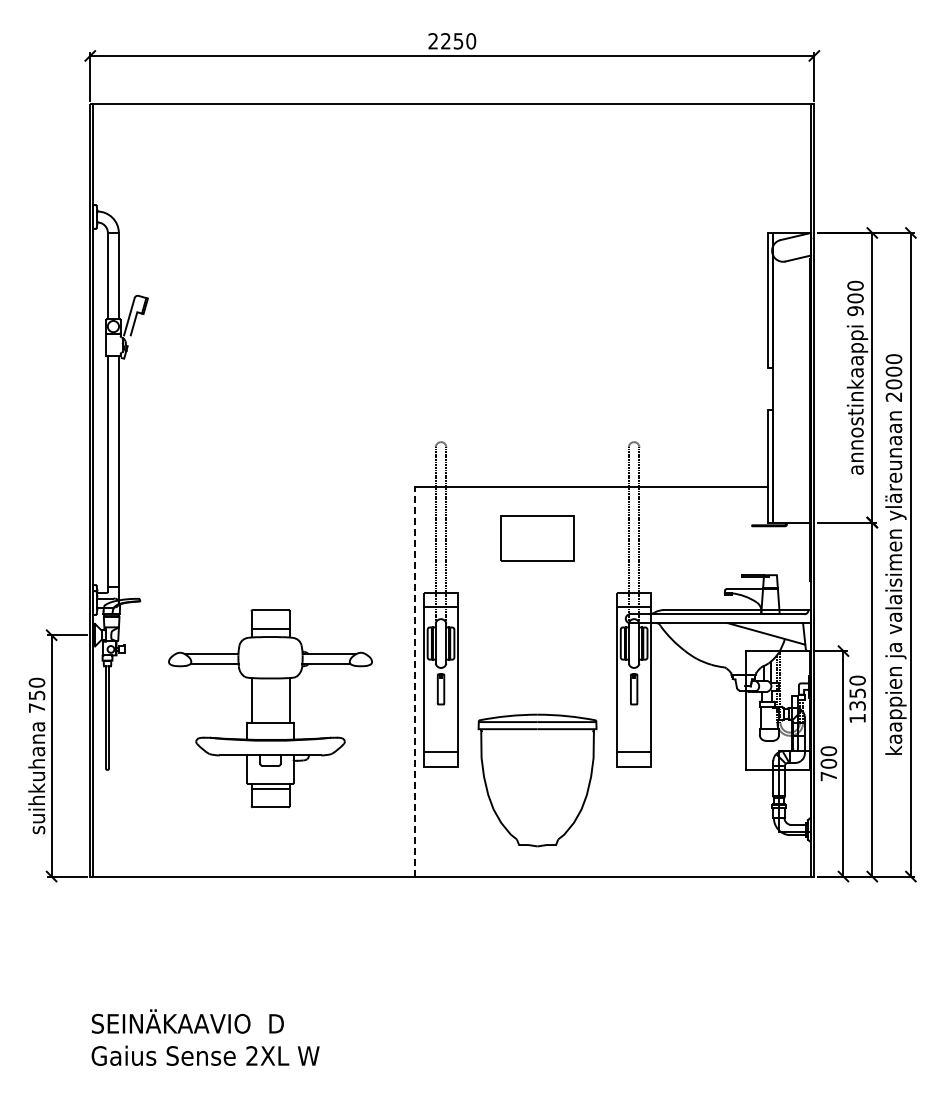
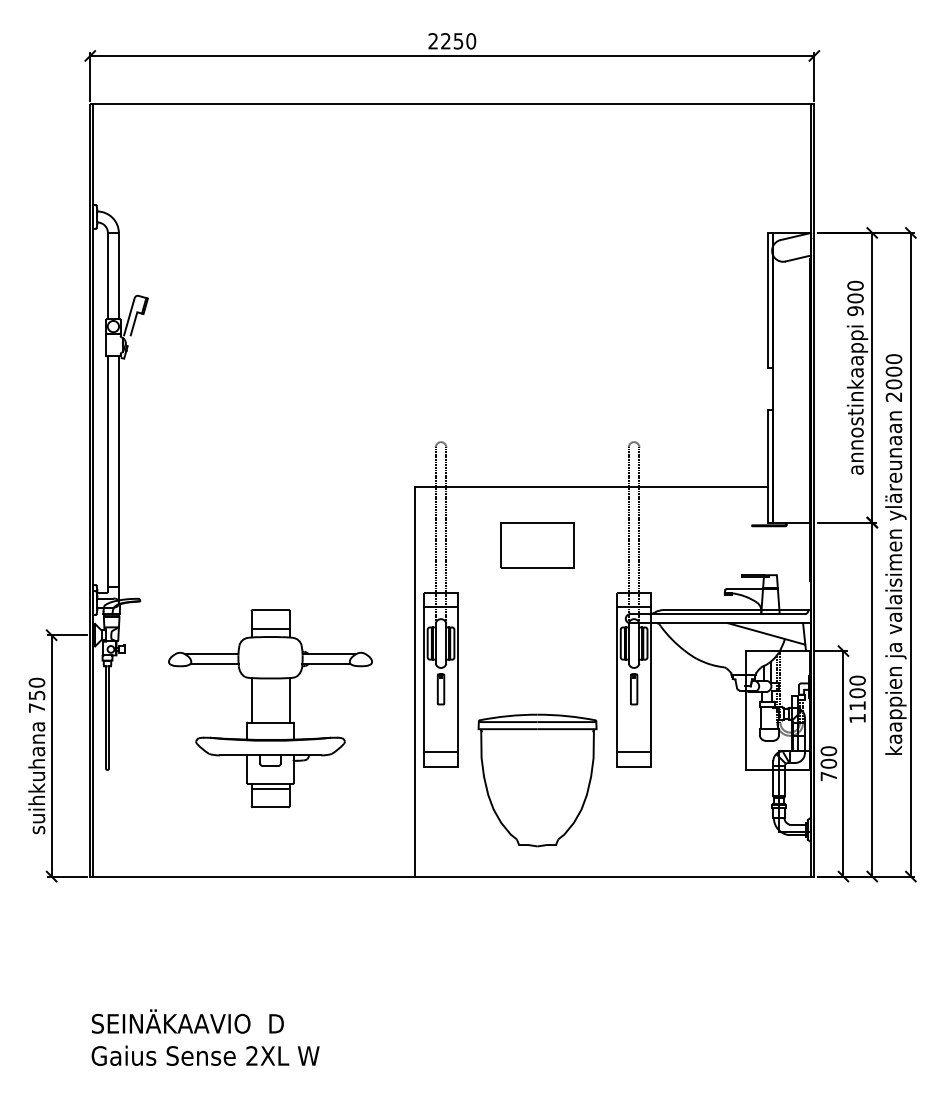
part at (537, 538) position: (537, 538) -> (537, 545)
line at (415, 681): dashed -> solid
text at (857, 699): 1350 -> 1100
